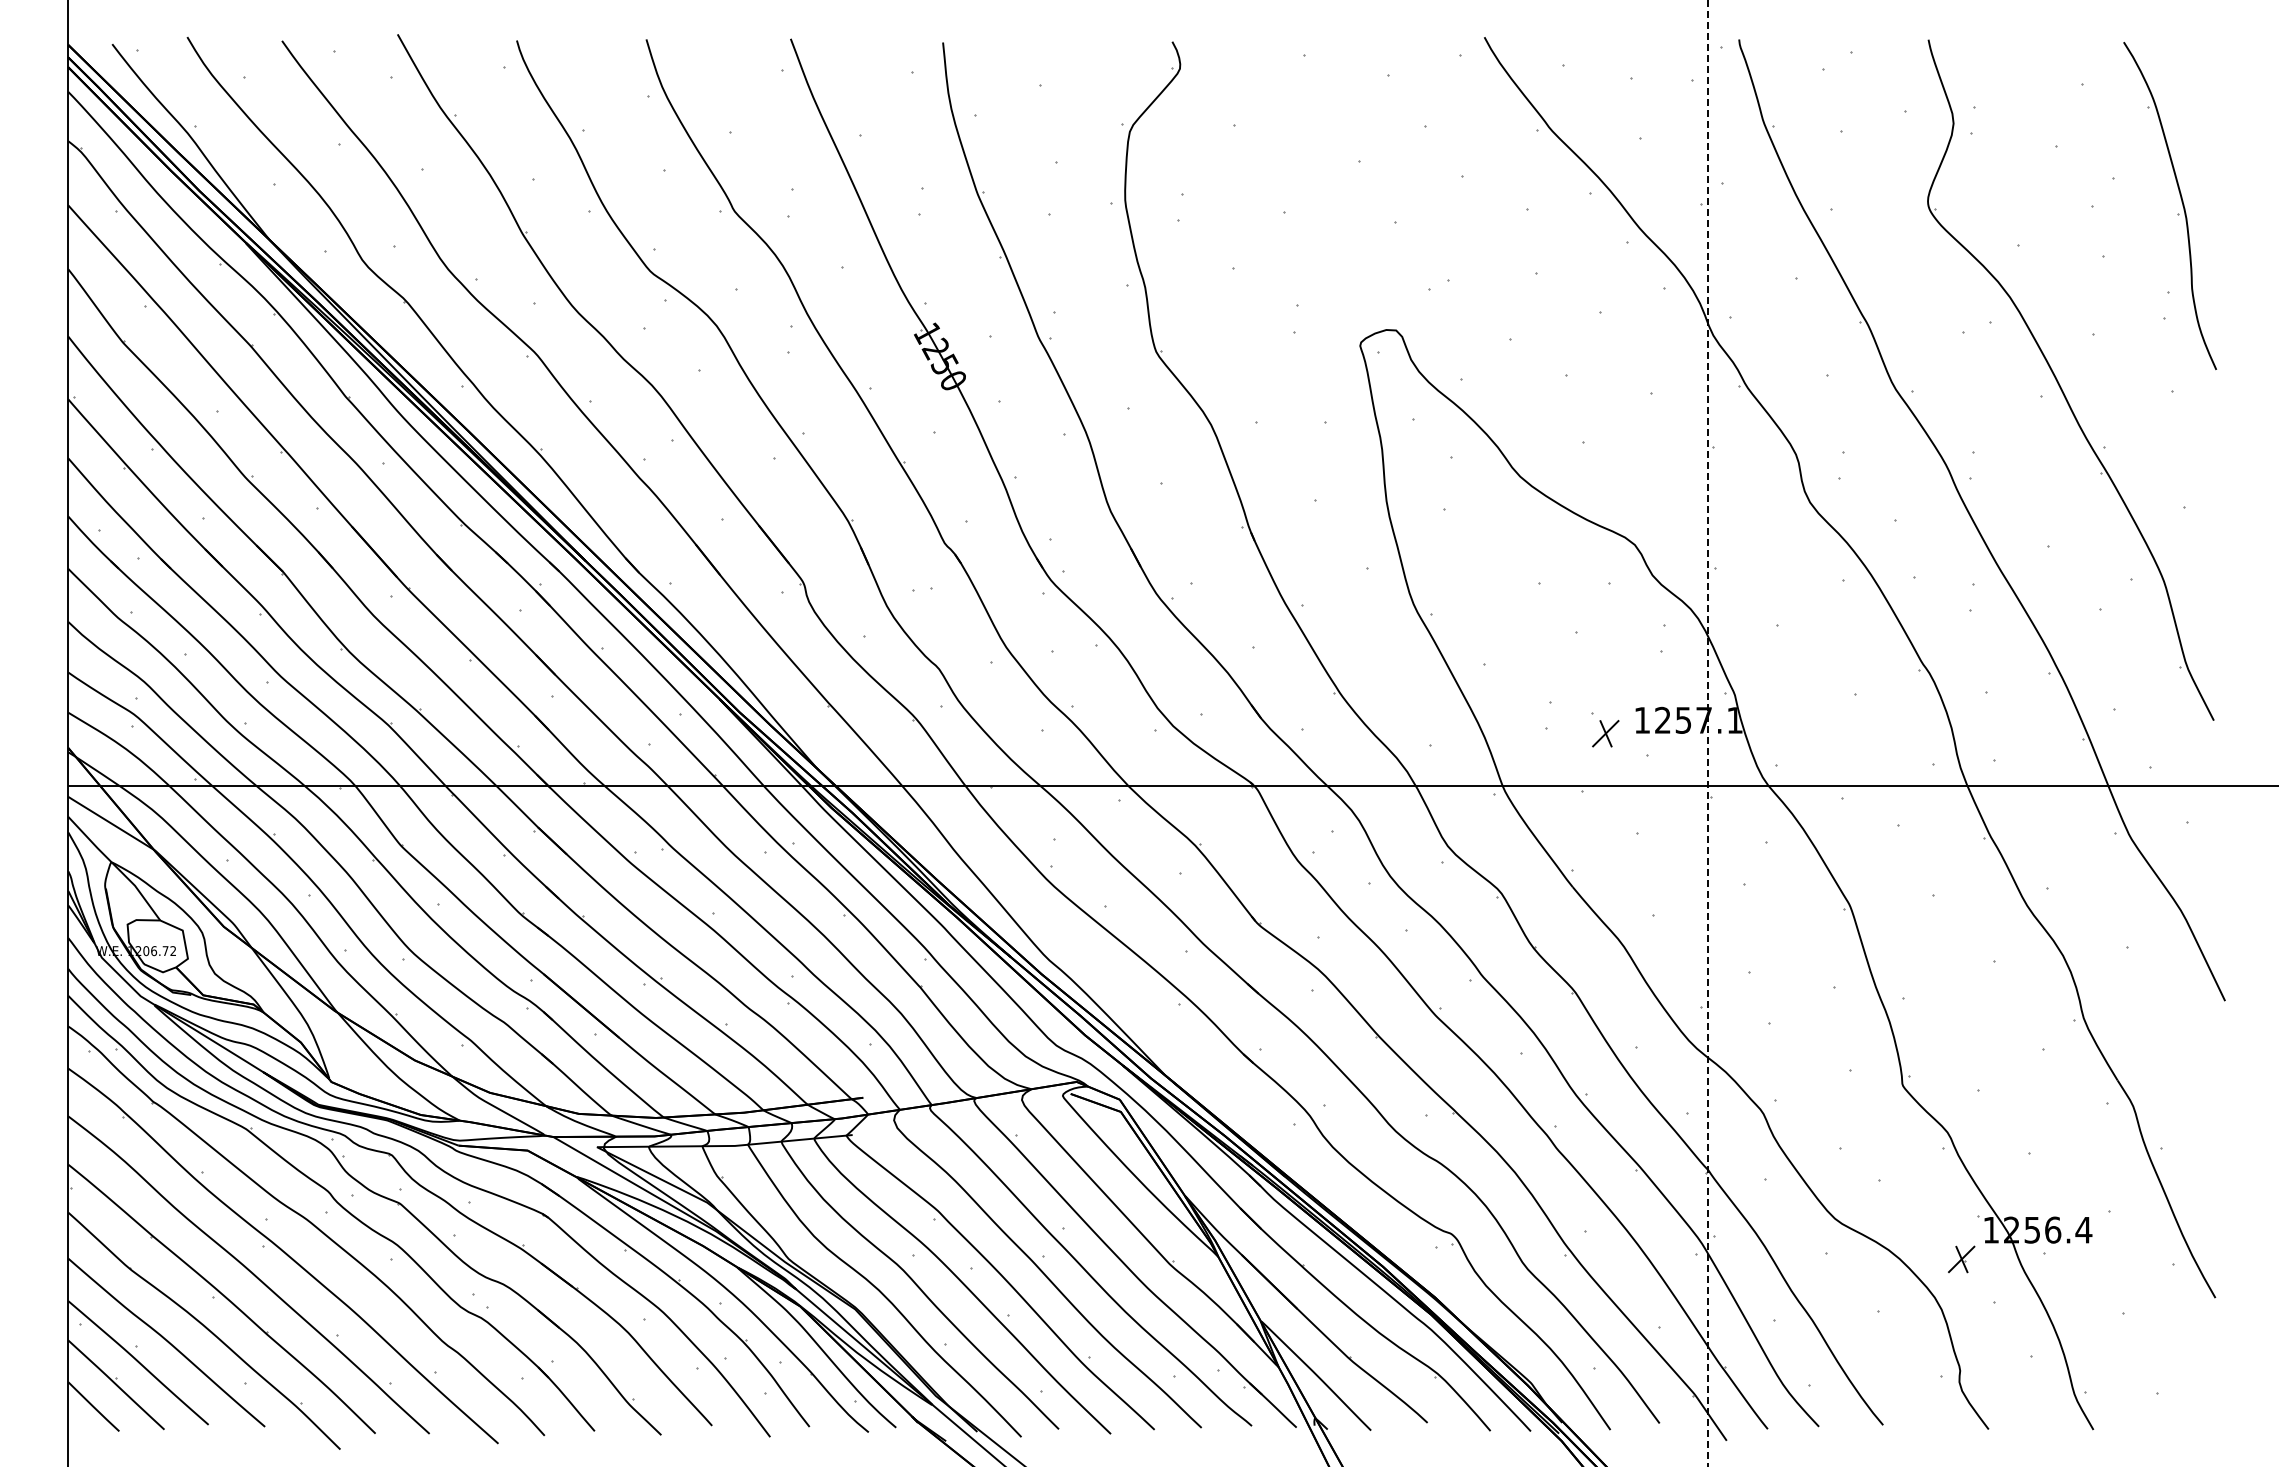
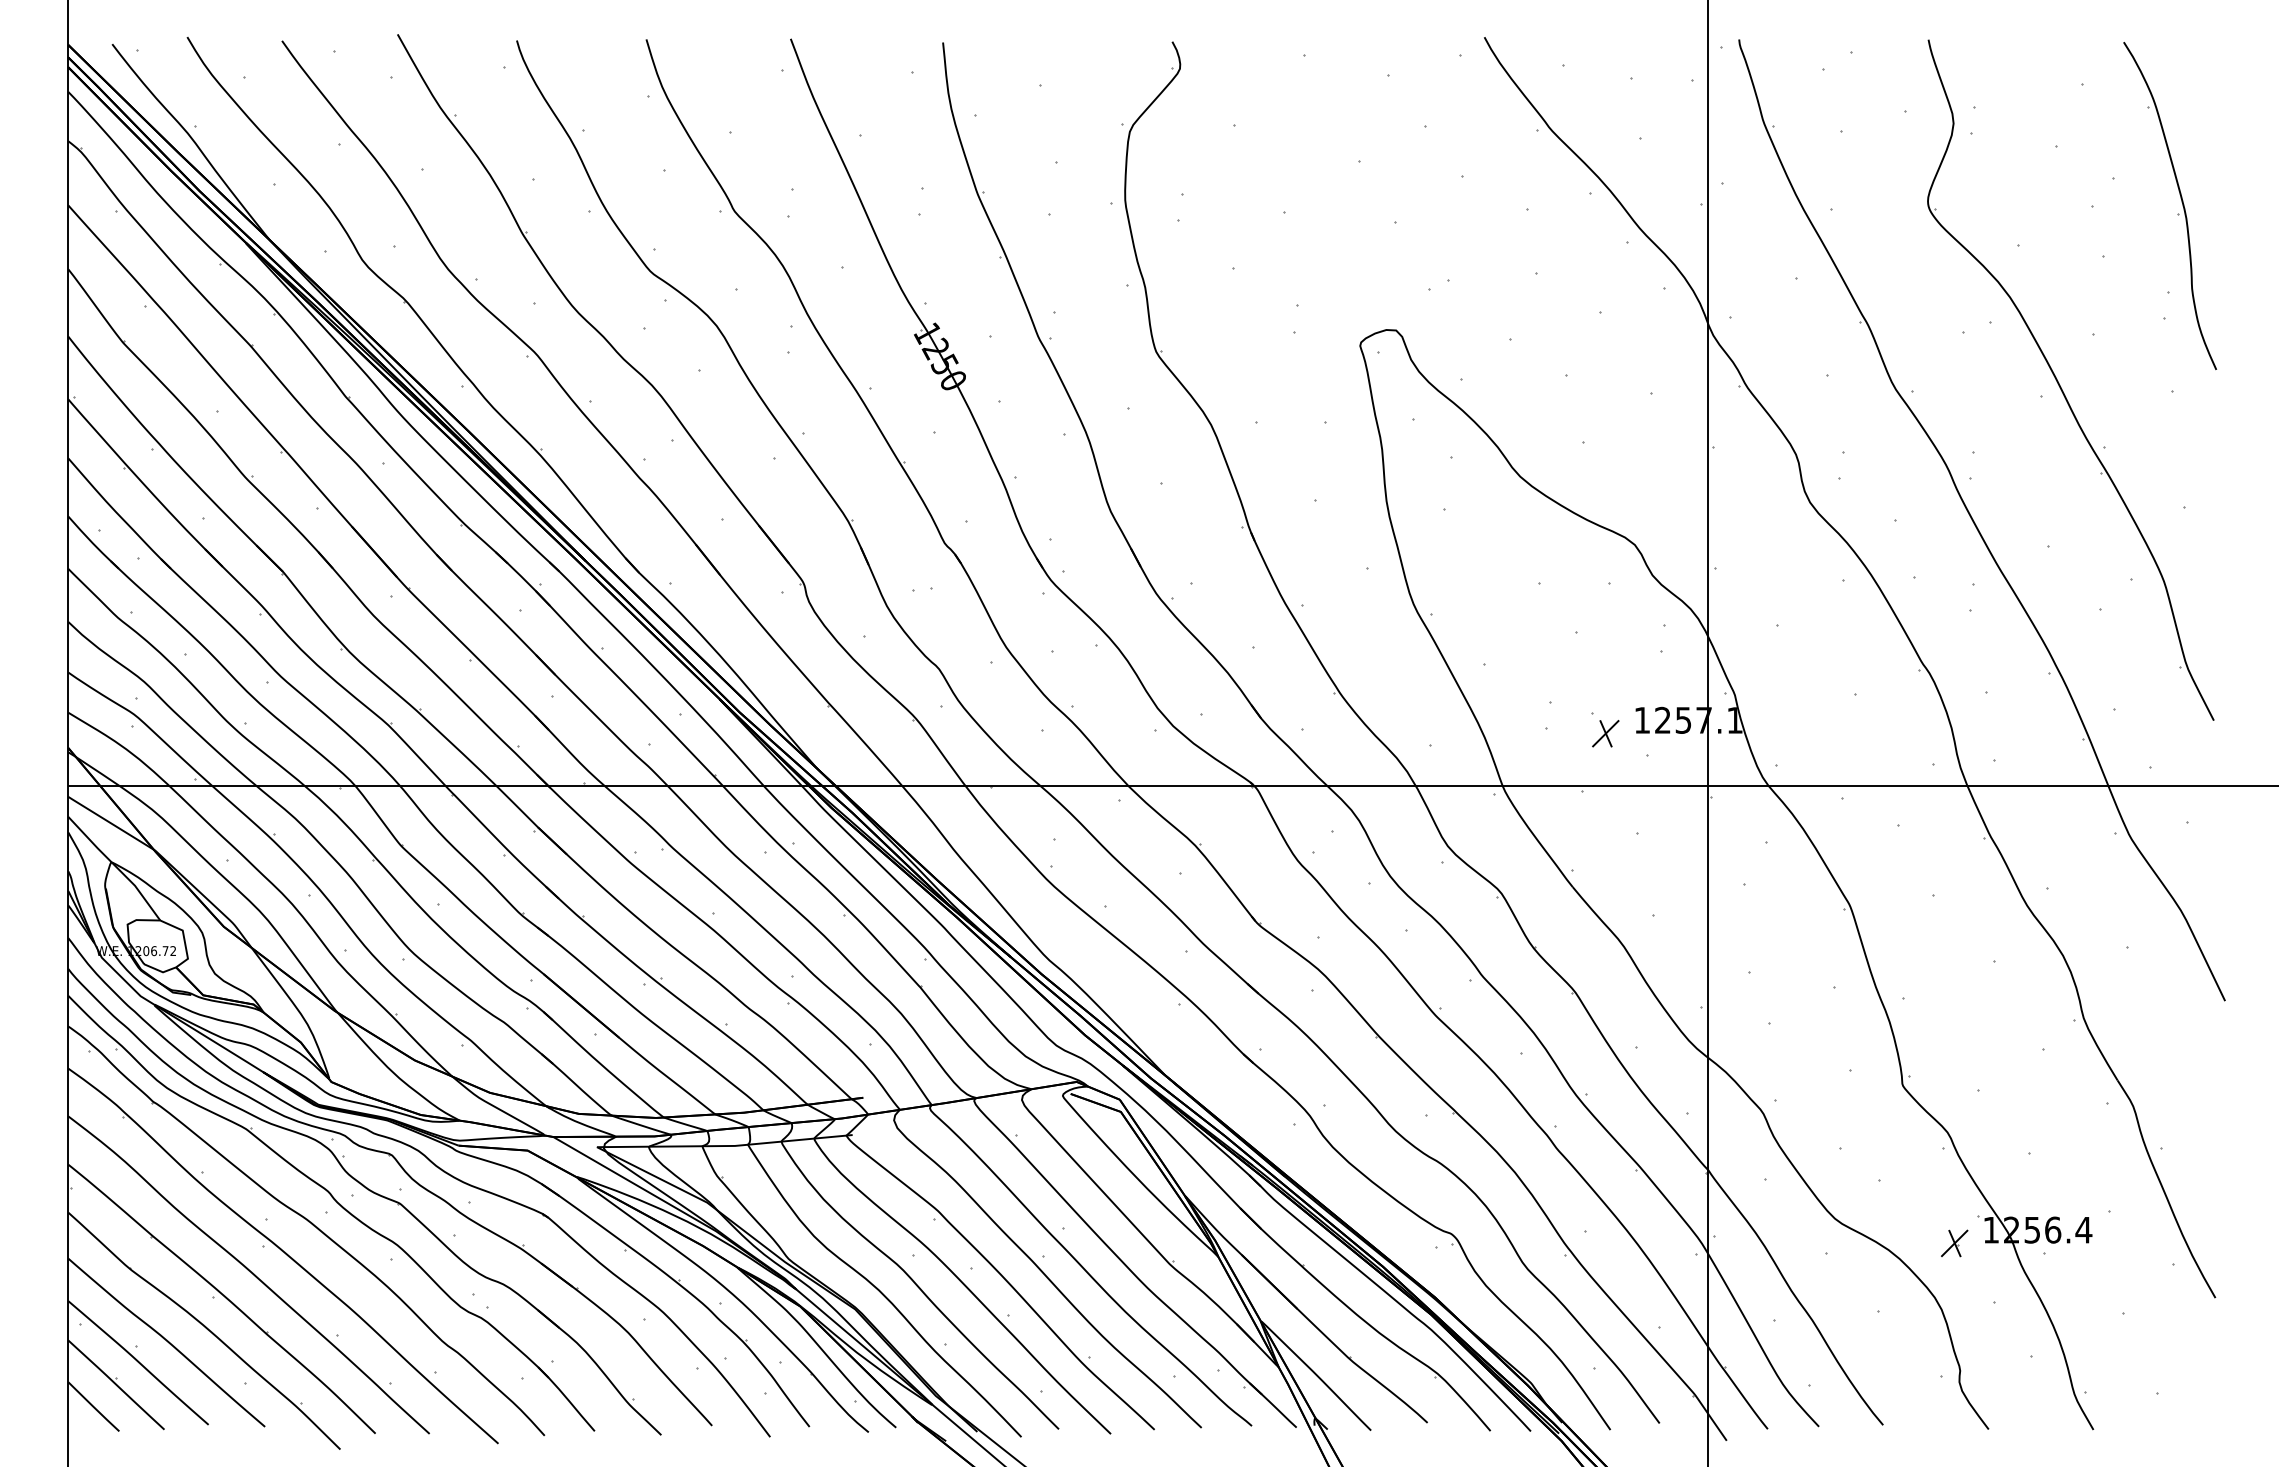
line at (1707, 732): dashed -> solid
part at (1961, 1259) position: (1961, 1259) -> (1954, 1243)
